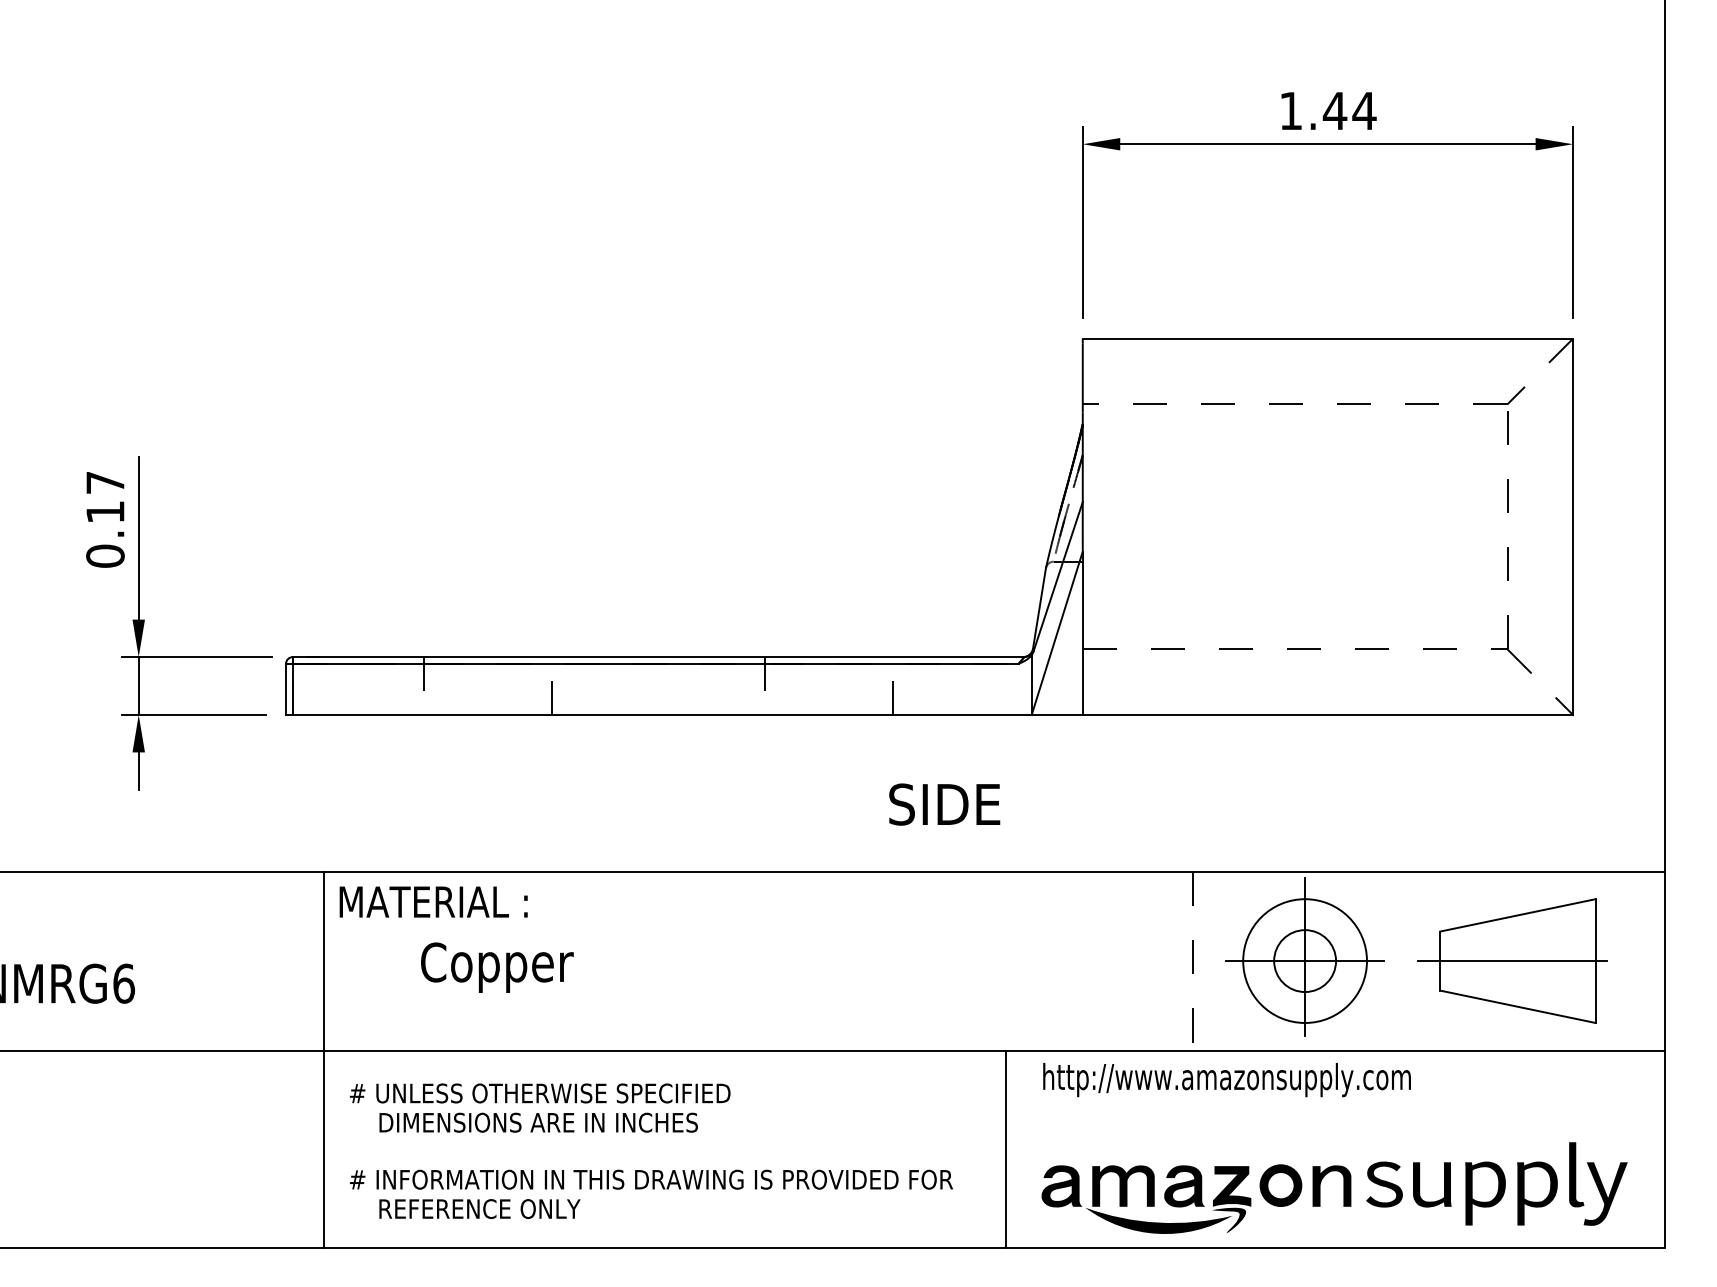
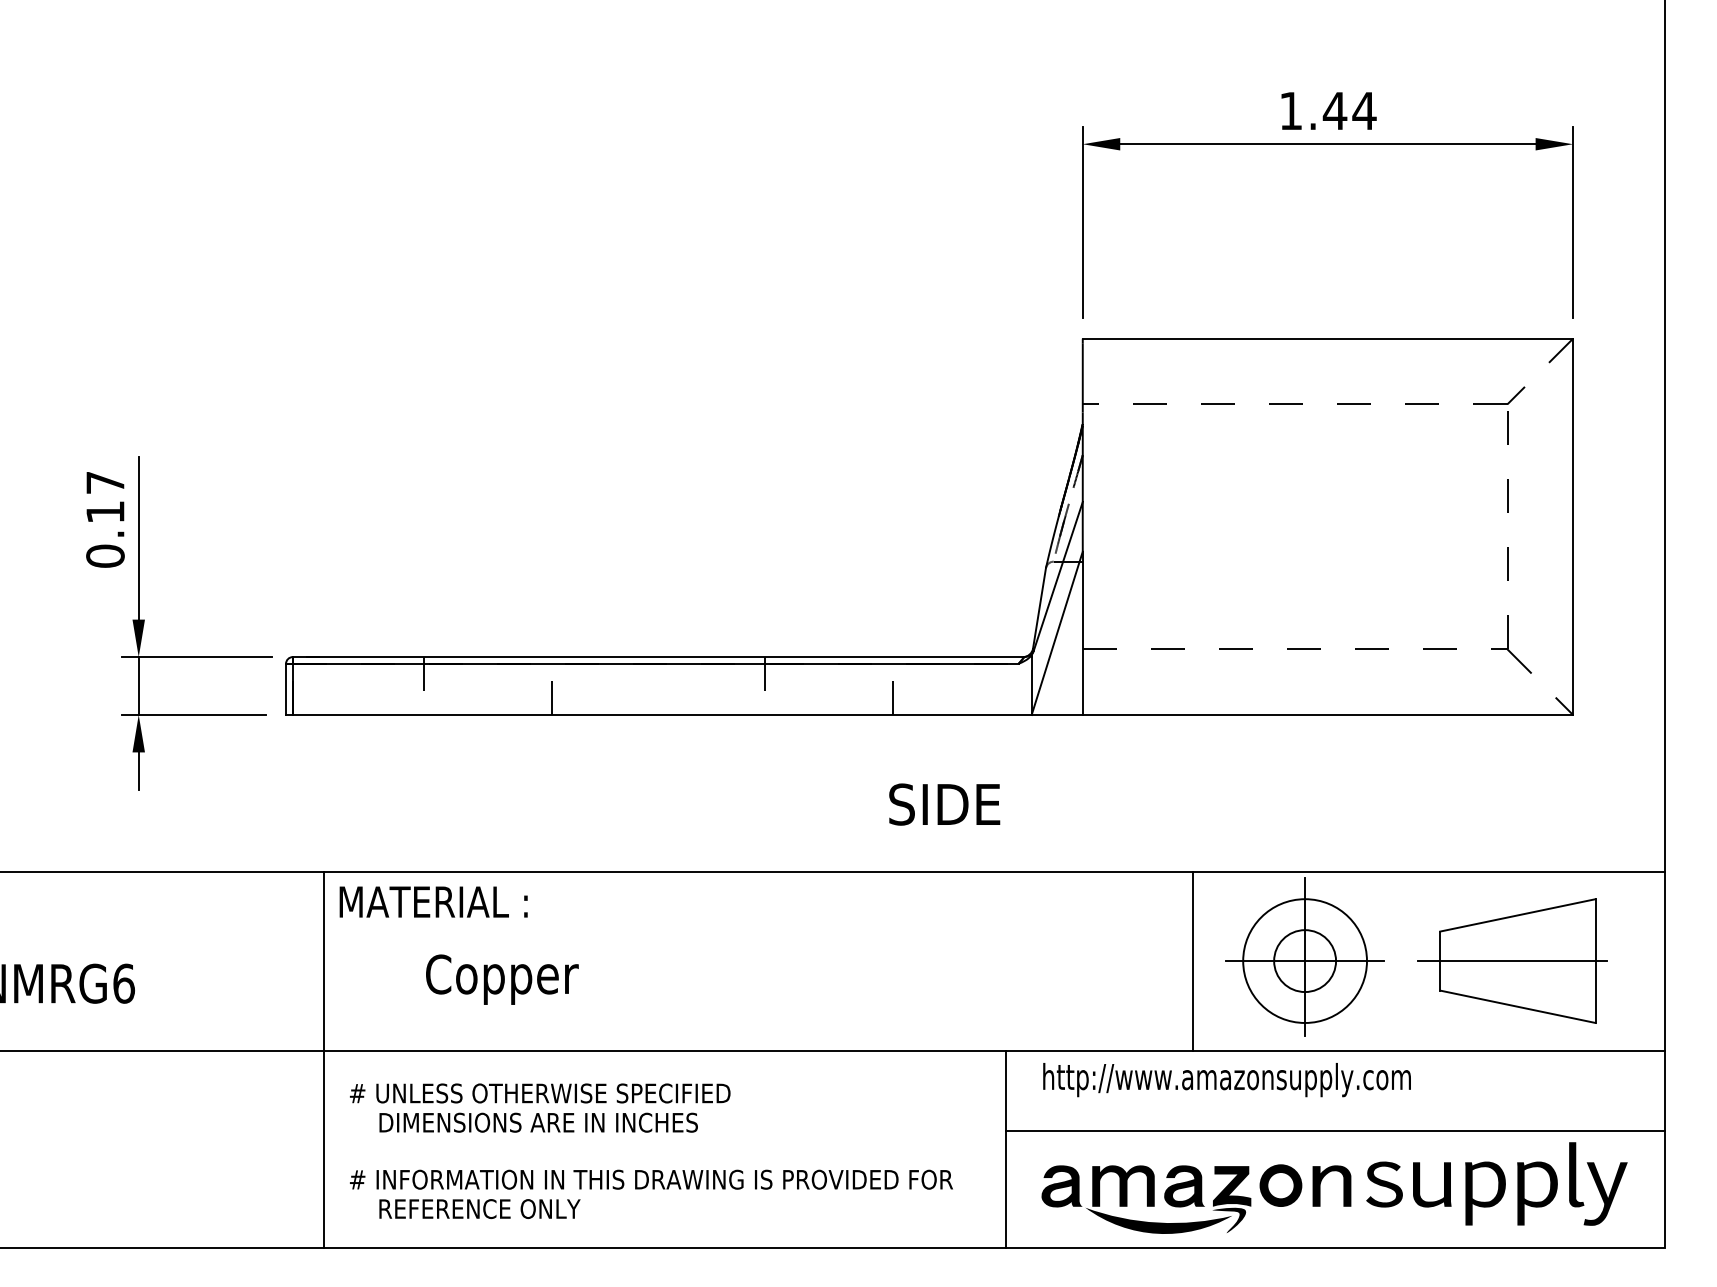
line at (1193, 962): dashed -> solid
text at (497, 967) position: (497, 967) -> (502, 979)
line at (1335, 1130): none -> present
